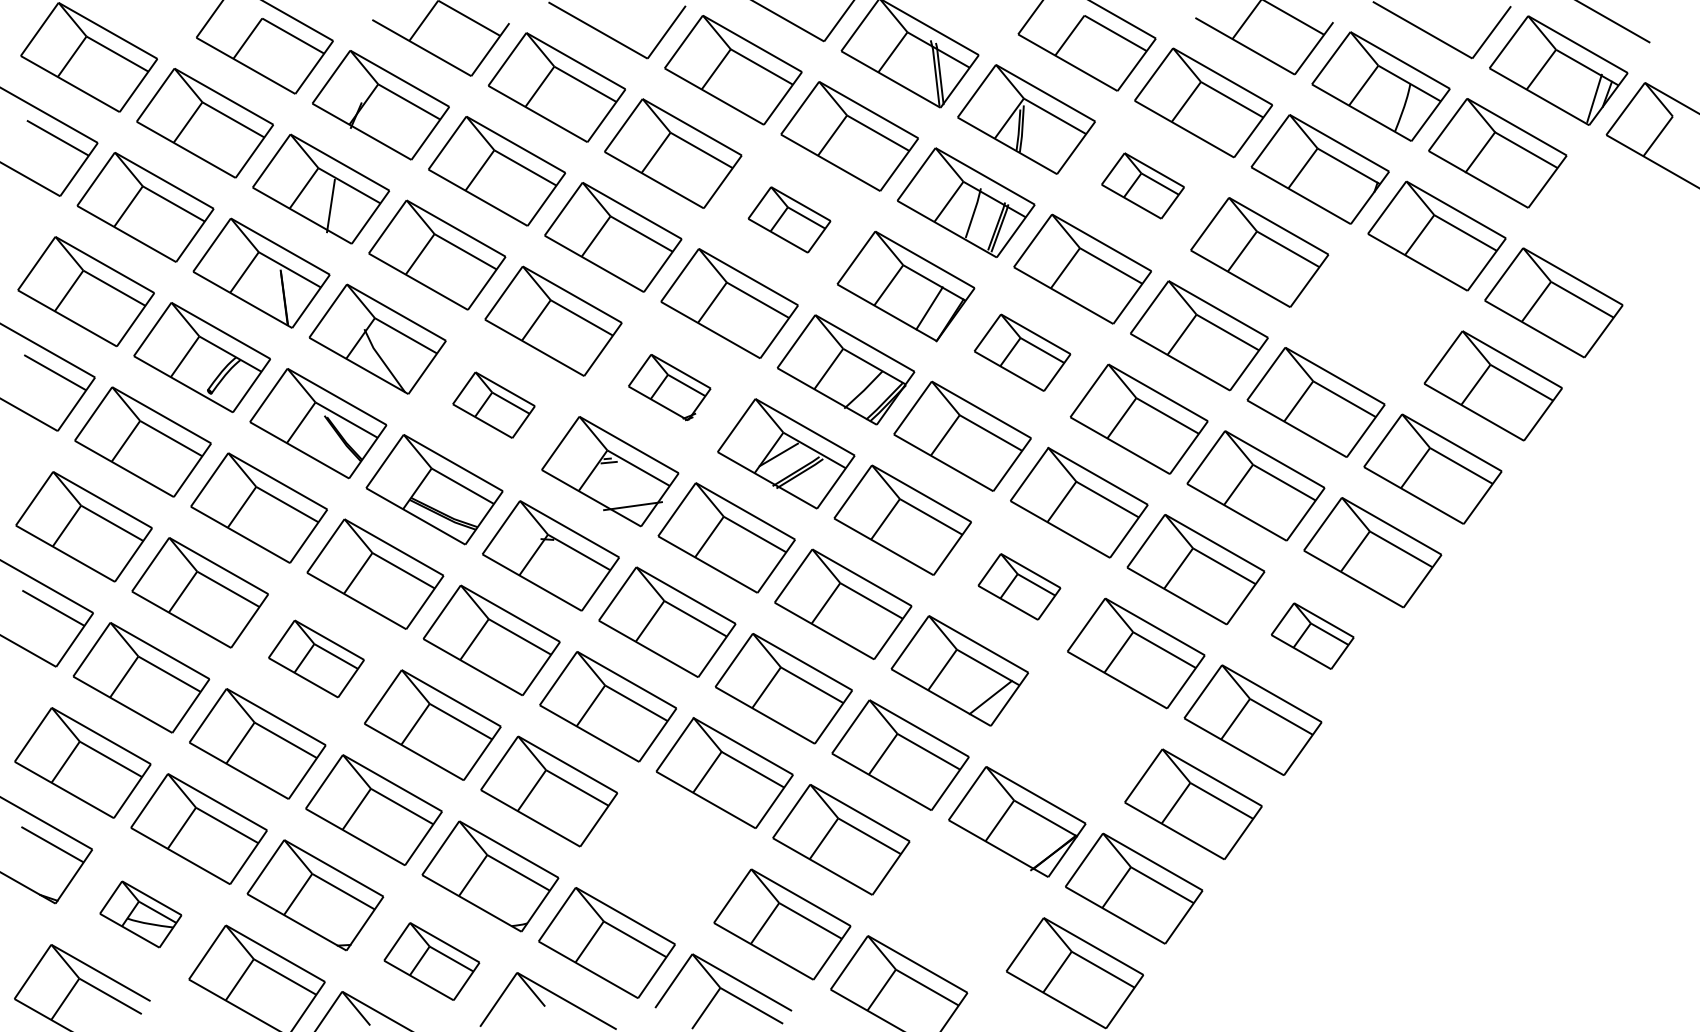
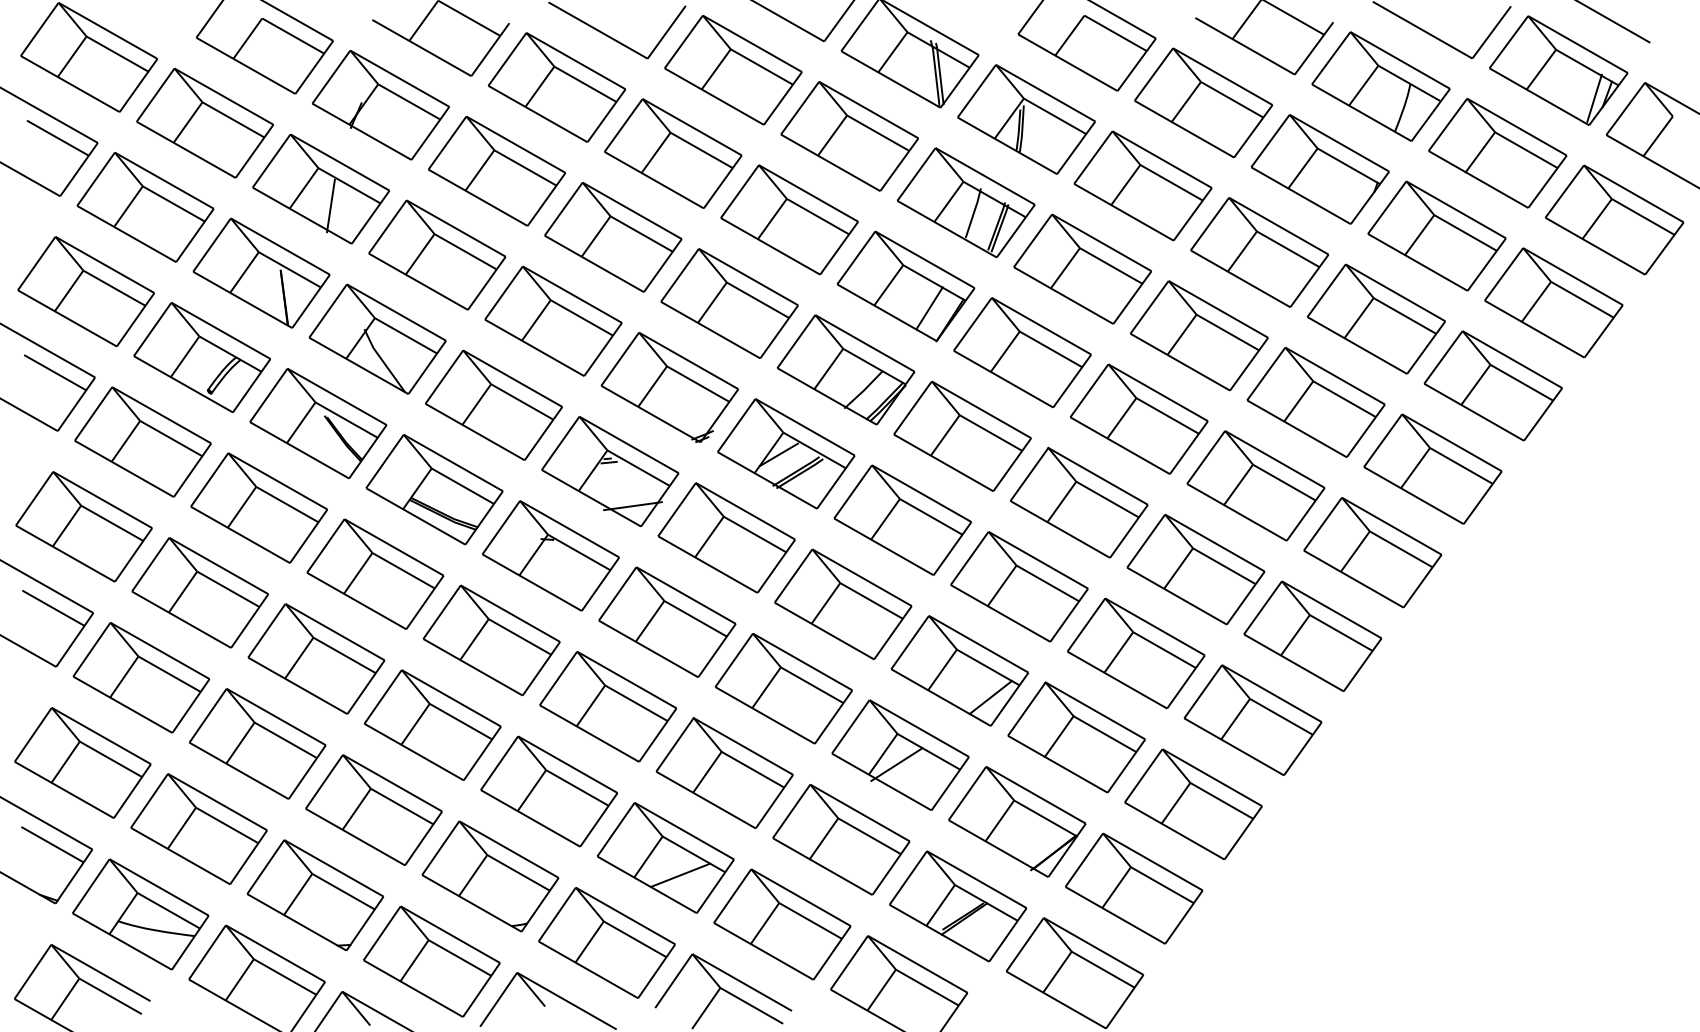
part at (1142, 185) size: 84x68 px -> 140x112 px
part at (789, 219) size: 85x68 px -> 139x112 px
part at (1614, 219): none -> present
part at (1376, 318): none -> present
part at (1022, 352) size: 99x79 px -> 139x112 px
part at (669, 387) size: 84x68 px -> 139x111 px
part at (493, 404) size: 84x68 px -> 138x112 px
part at (1019, 586) size: 85x68 px -> 139x112 px
part at (1312, 635) size: 85x68 px -> 139x112 px
part at (316, 658) size: 97x80 px -> 139x112 px
part at (1076, 737): none -> present
line at (896, 764): none -> present
part at (665, 857): none -> present
part at (958, 906): none -> present
part at (140, 914) size: 84x69 px -> 138x113 px
part at (431, 961) size: 98x79 px -> 138x113 px
